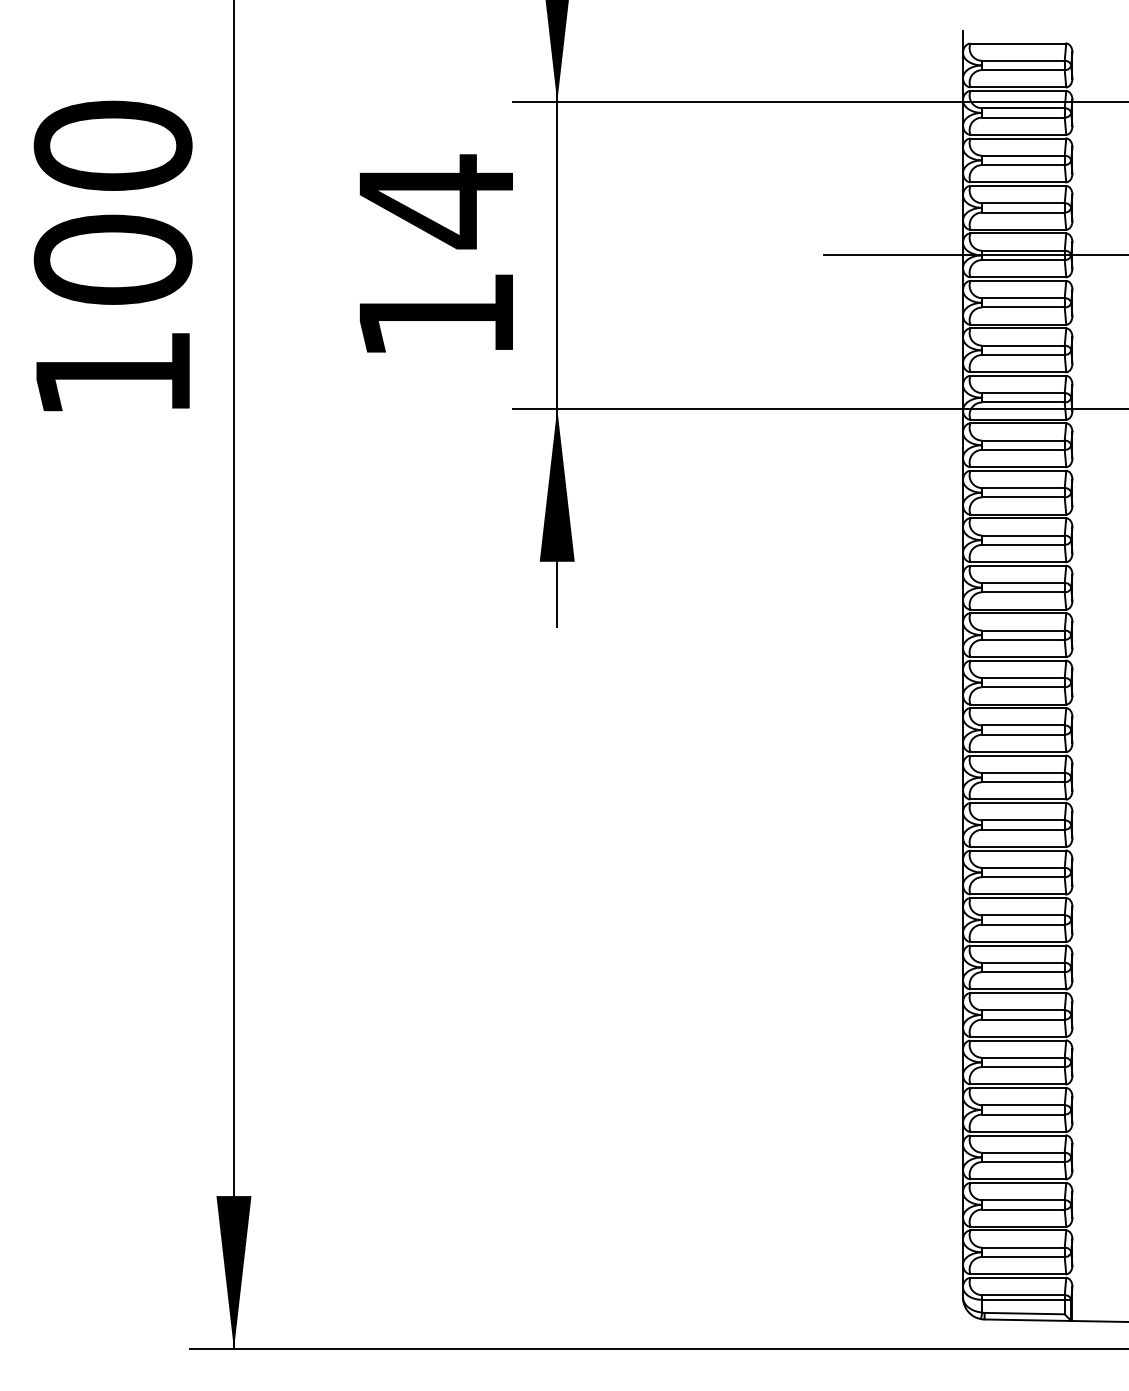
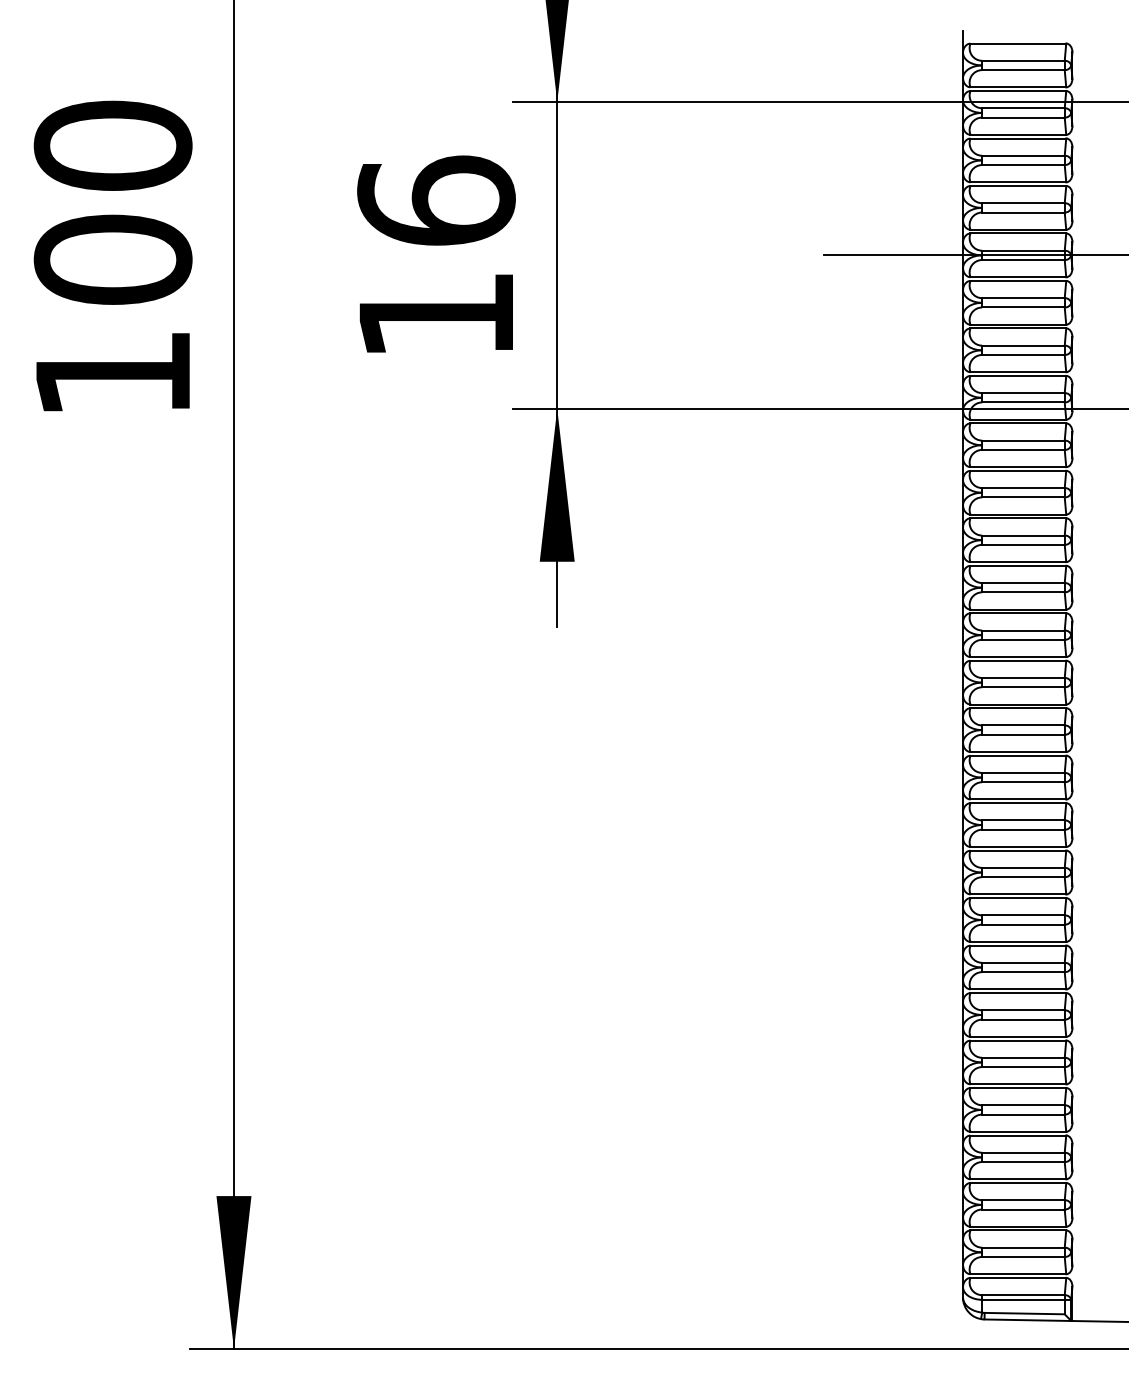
text at (436, 201): 14 -> 16
